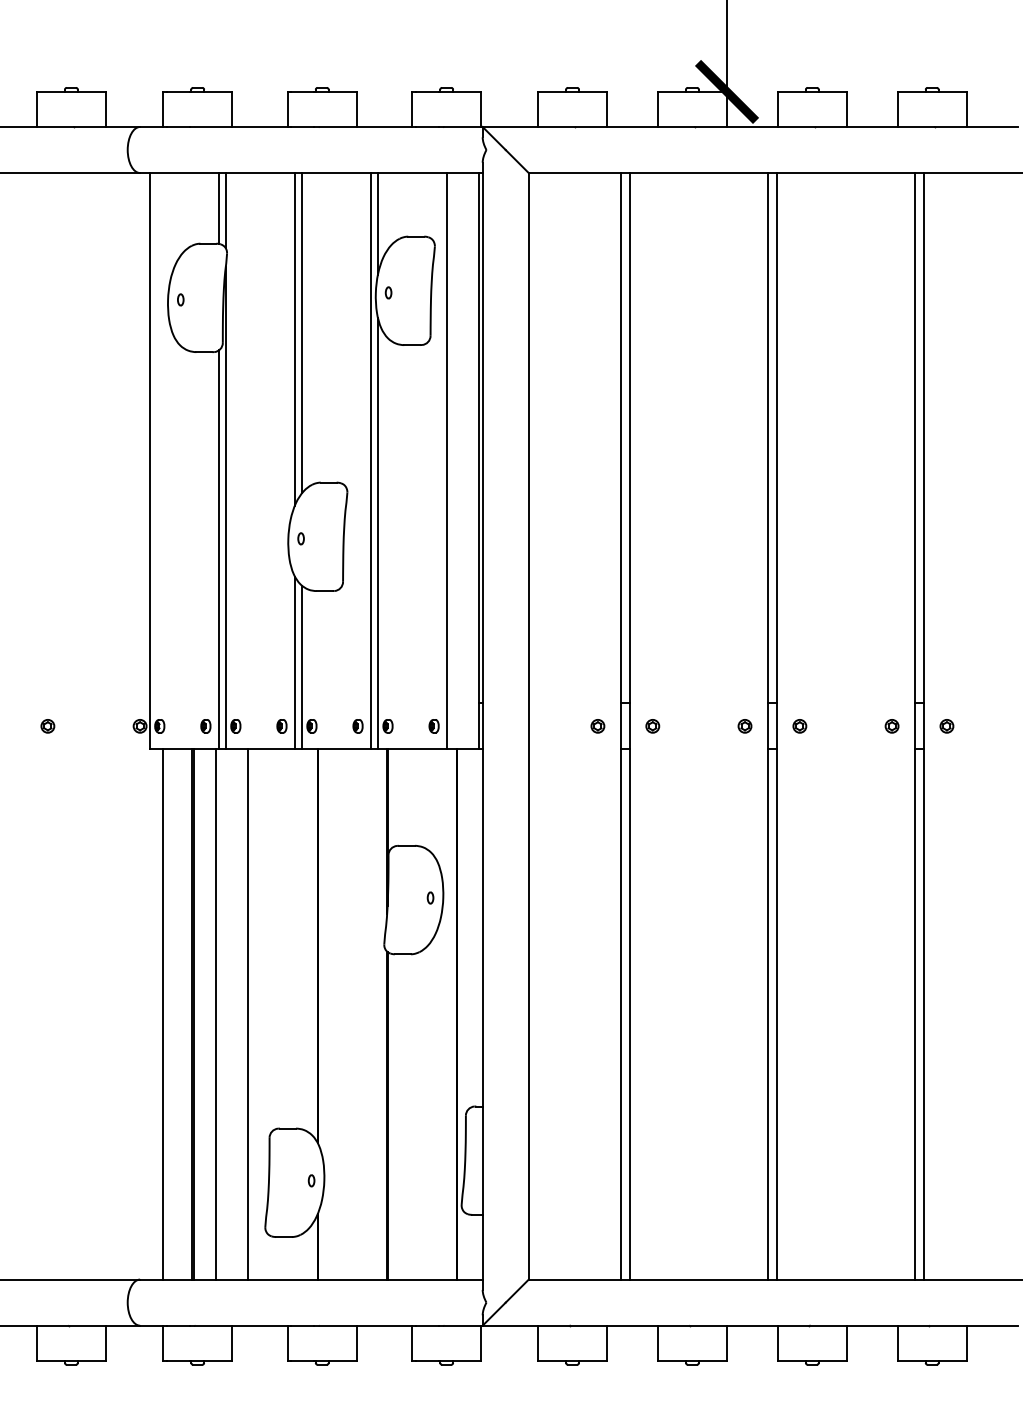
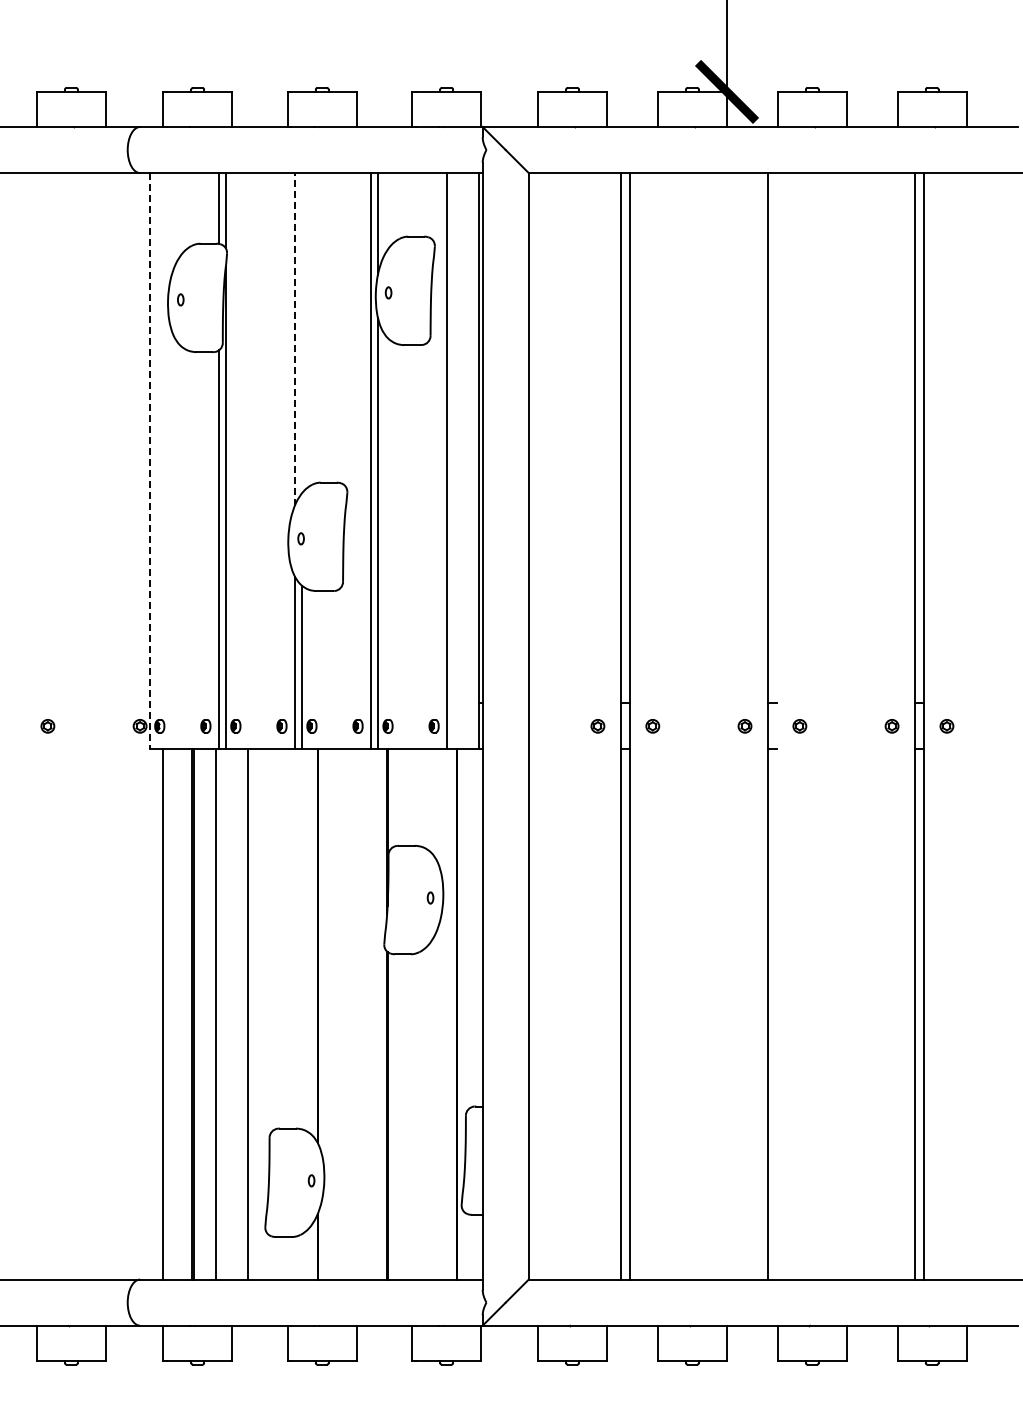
line at (301, 333): present -> none
line at (294, 338): solid -> dashed
line at (149, 461): solid -> dashed
line at (776, 726): present -> none
